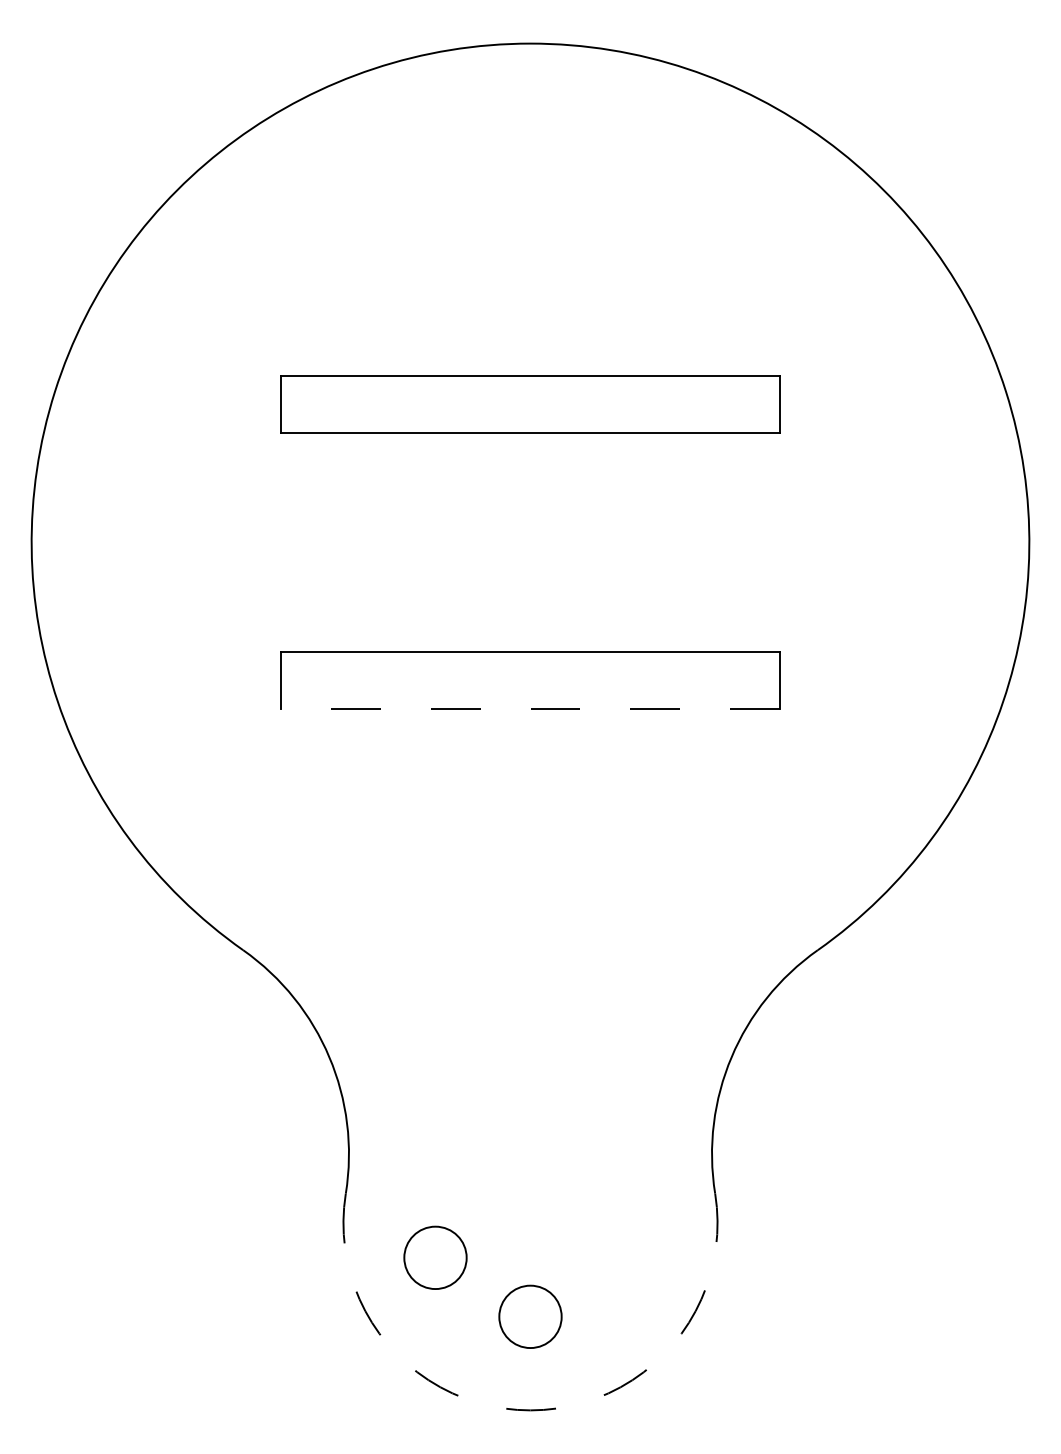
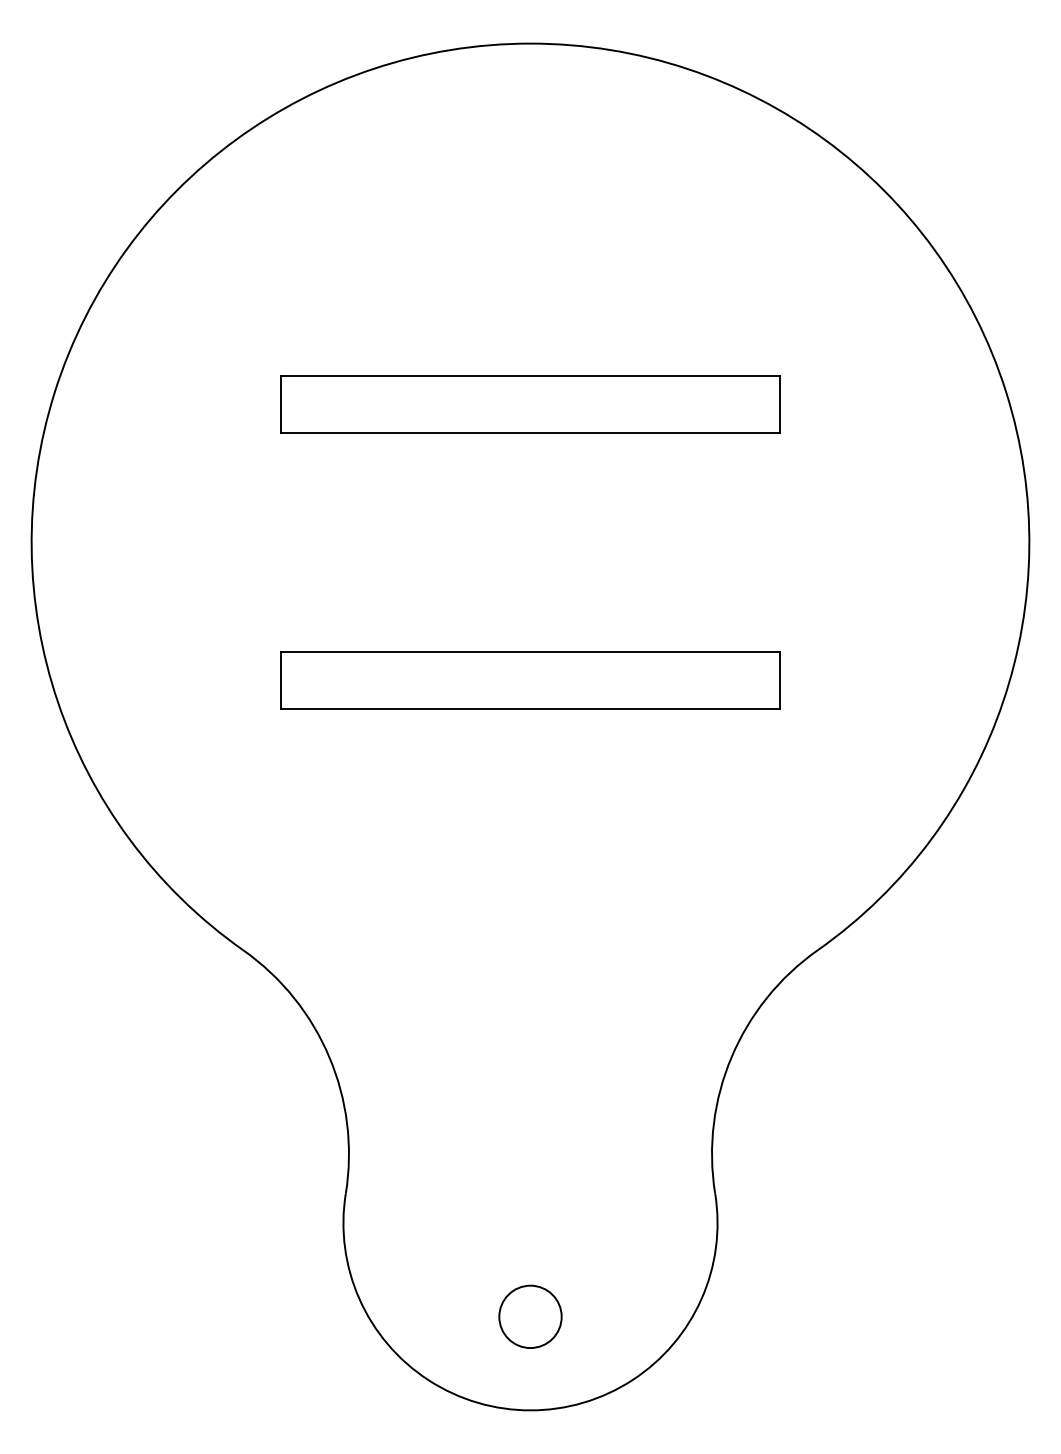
line at (530, 709): dashed -> solid
circle at (435, 1257): present -> none
arc at (530, 1410): dashed -> solid
